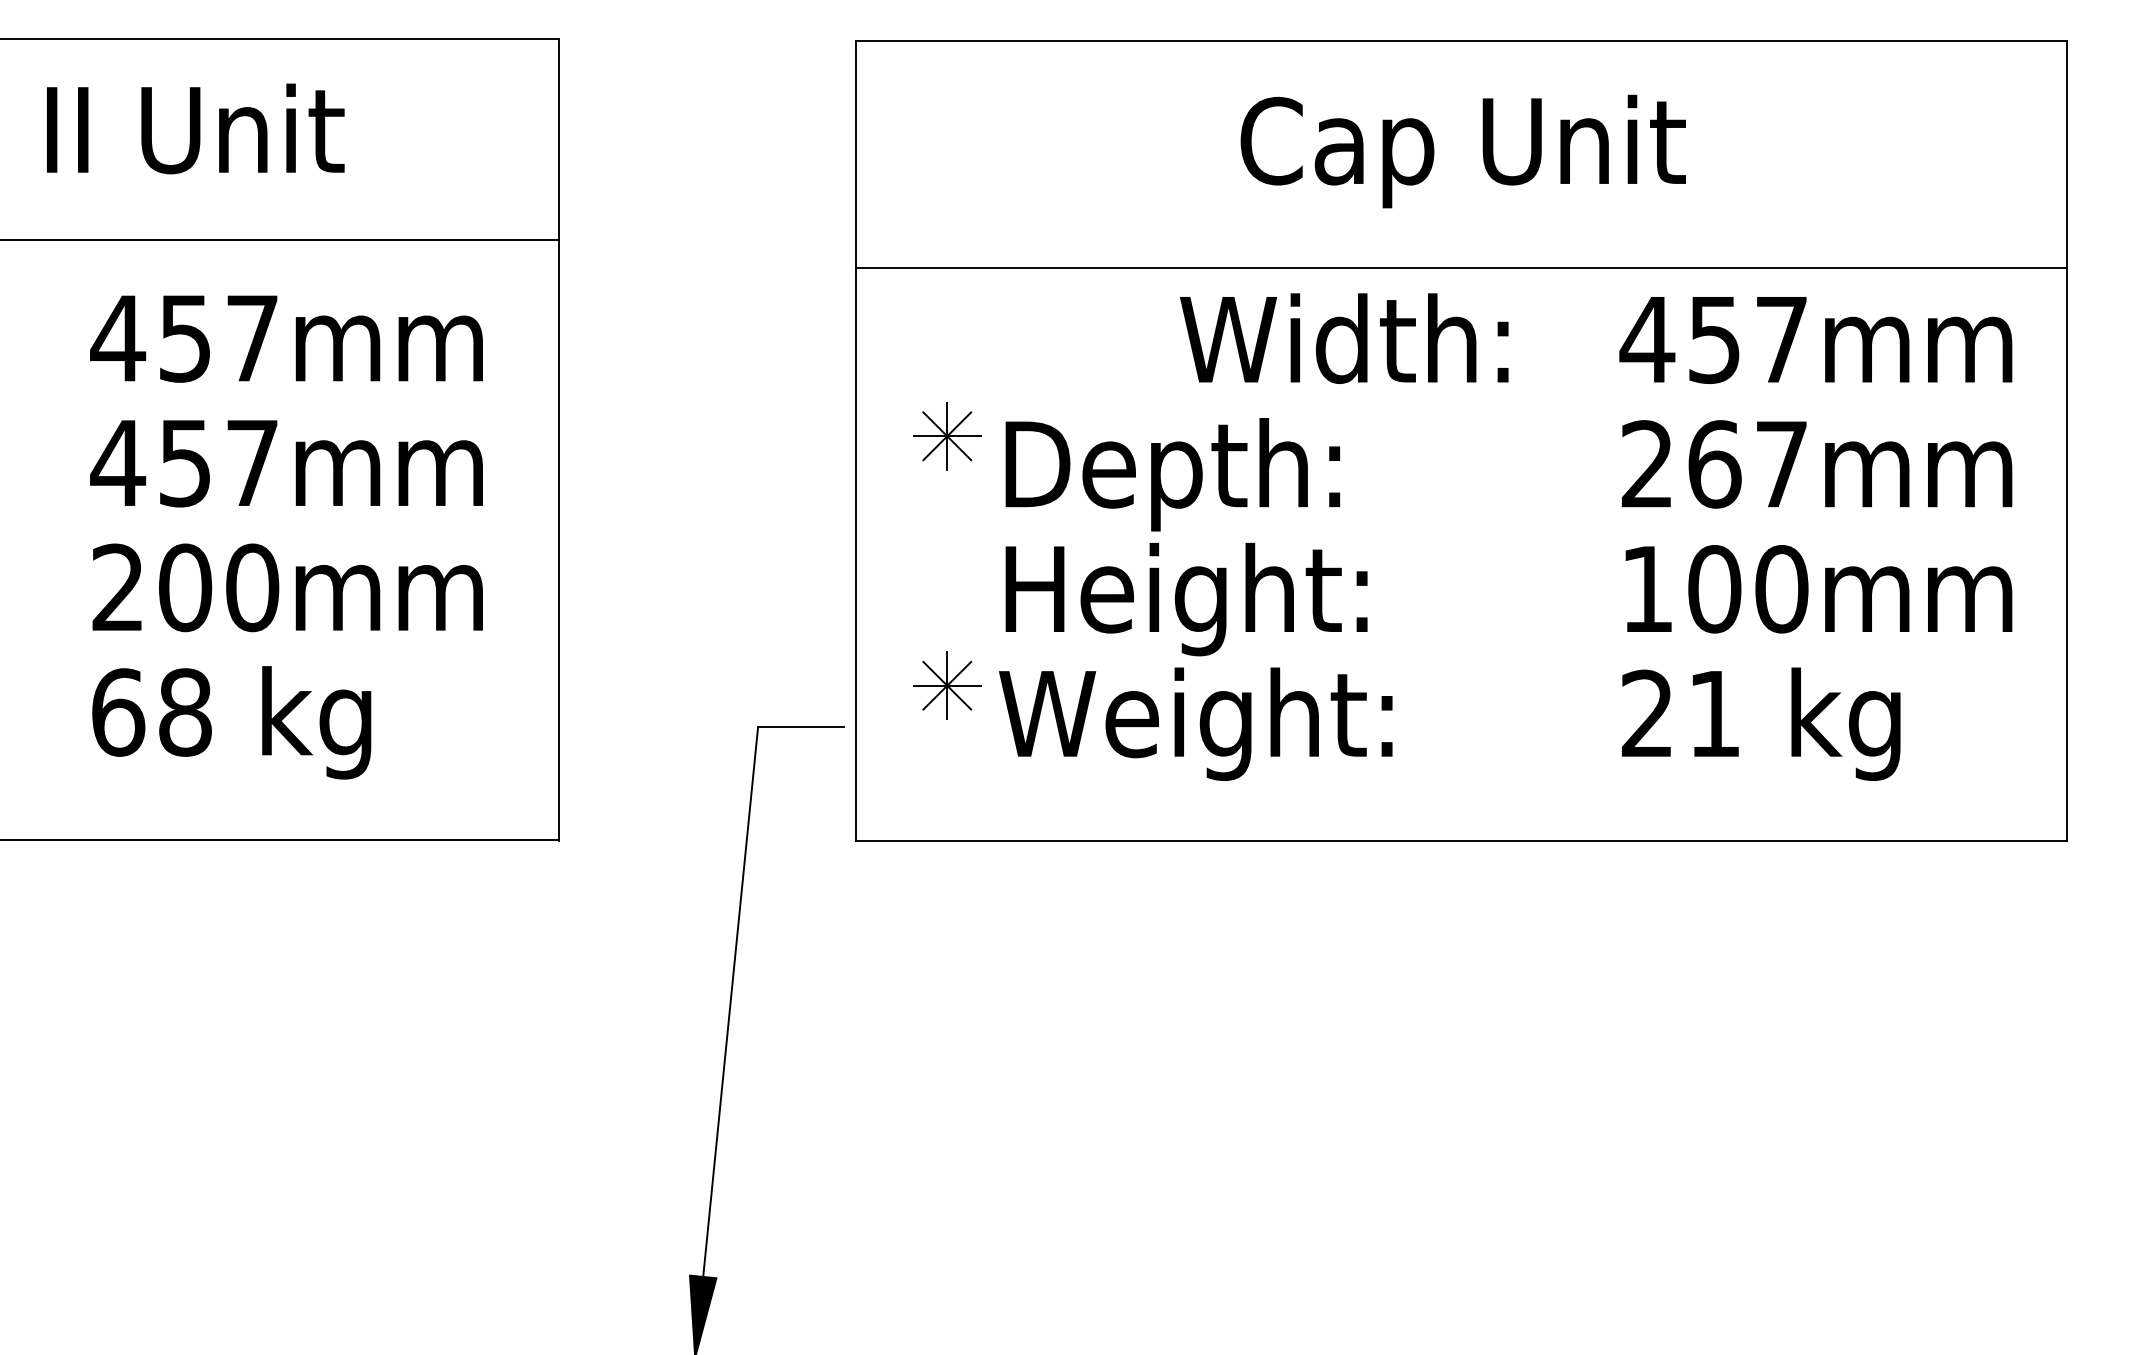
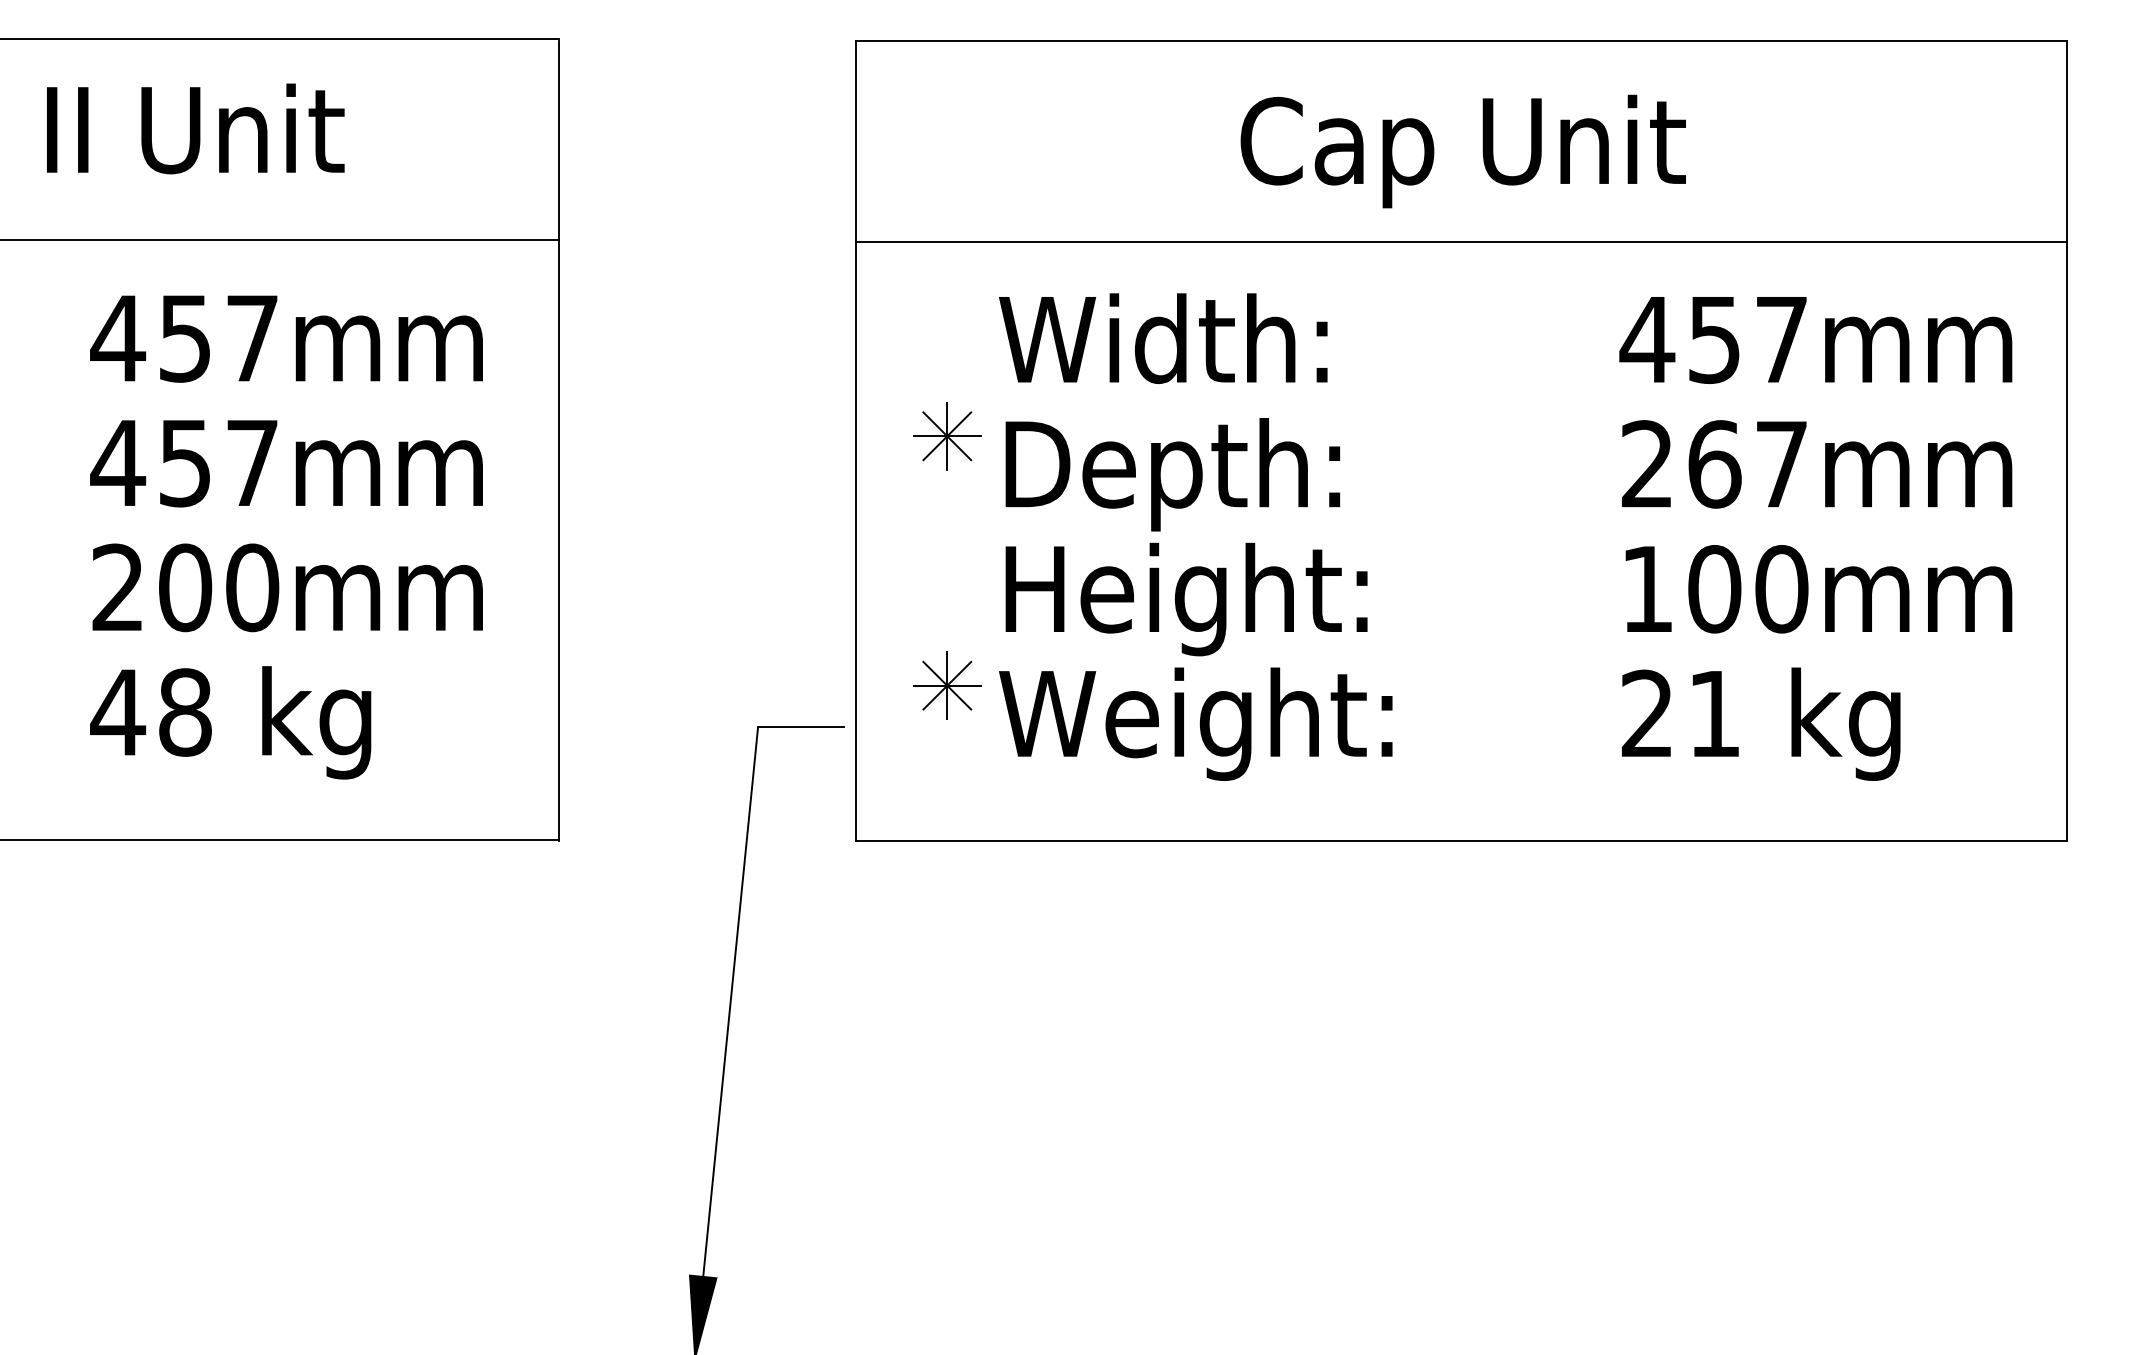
line at (1461, 267) position: (1461, 267) -> (1461, 241)
text at (1344, 338) position: (1344, 338) -> (1163, 338)
text at (118, 712): 68 -> 48
